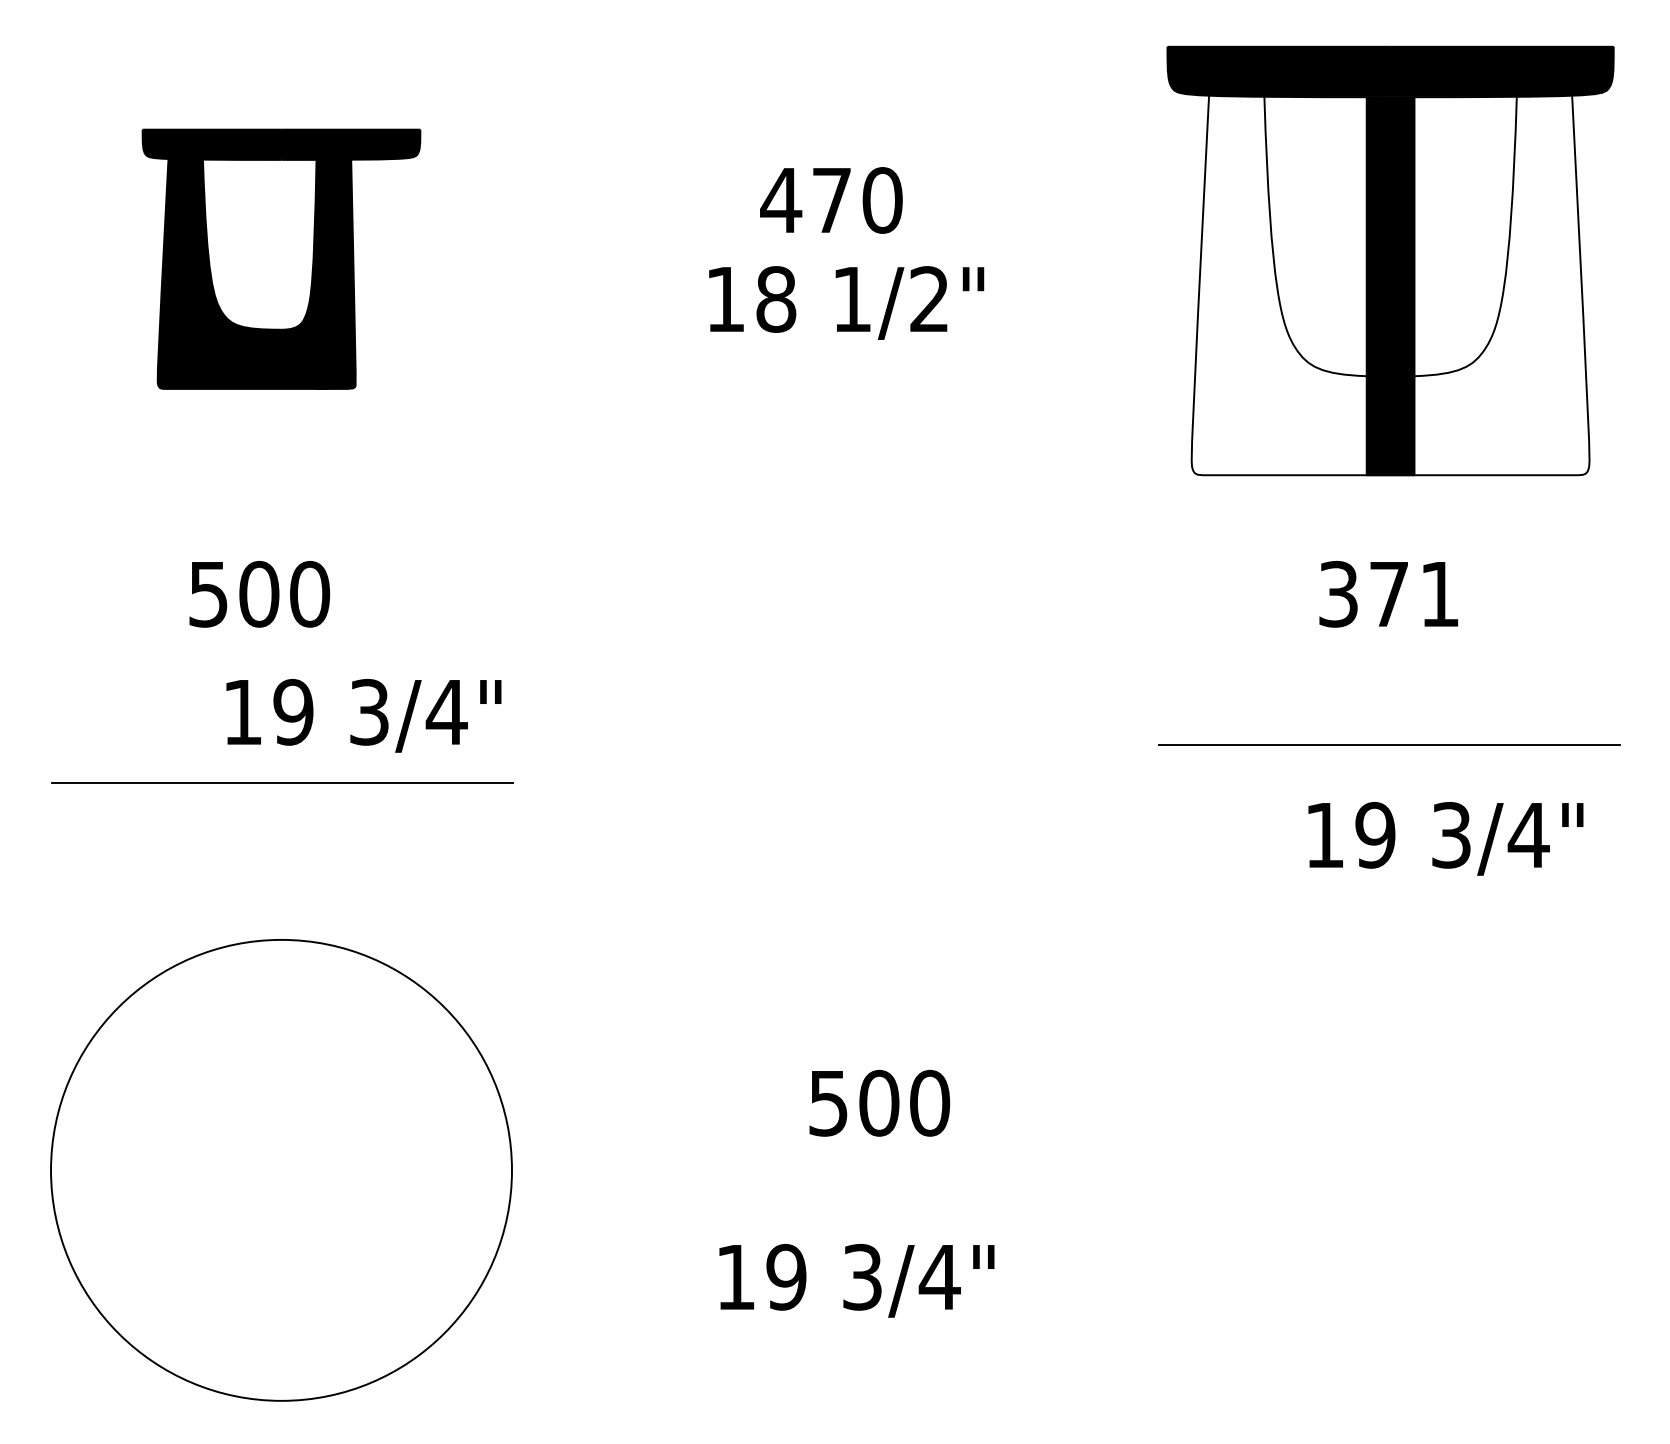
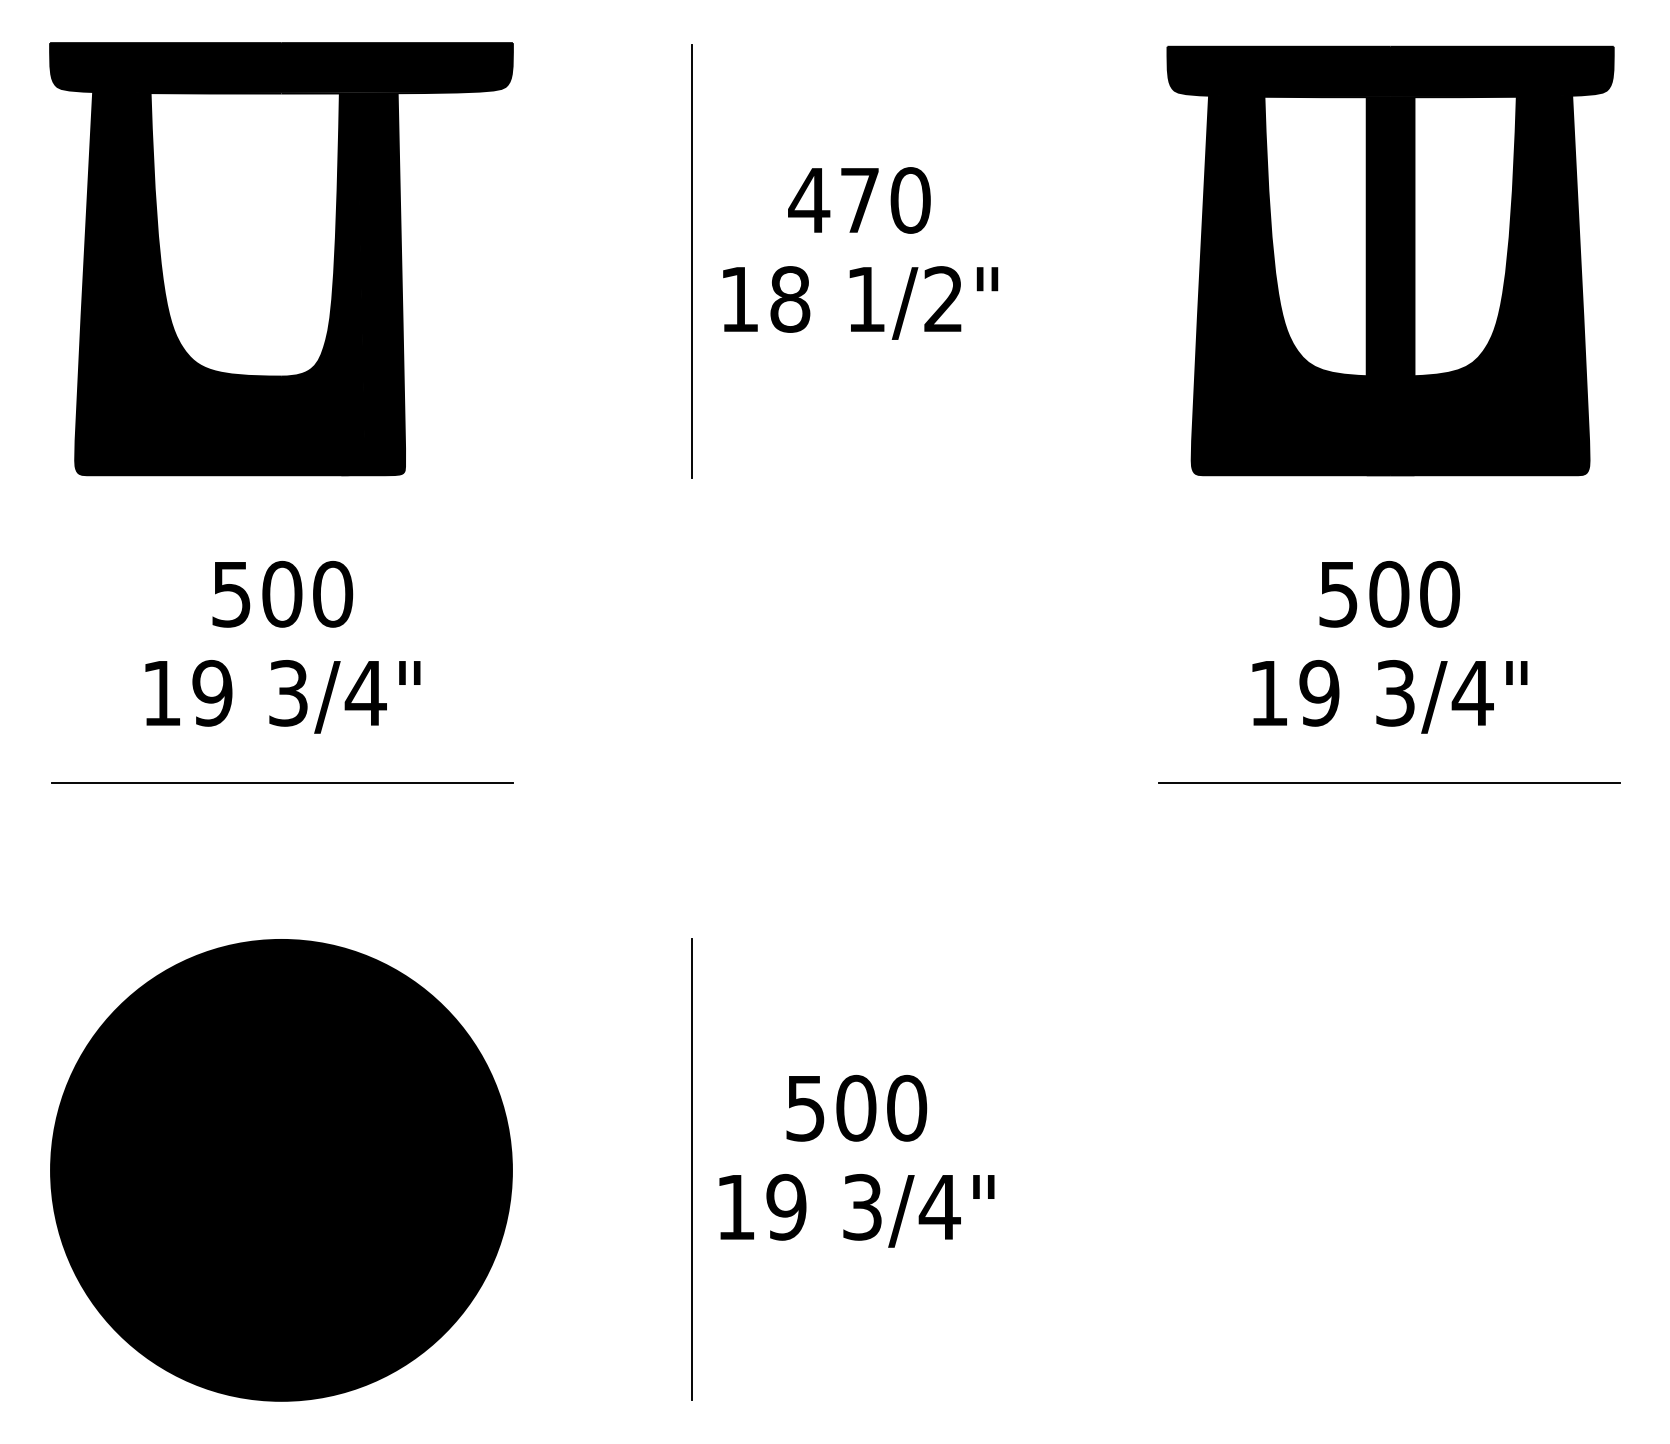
text at (831, 200) position: (831, 200) -> (859, 200)
part at (281, 258) size: 281x262 px -> 465x435 px
line at (692, 261): none -> present
fill at (1278, 285): none -> present
fill at (1501, 285): none -> present
text at (846, 302) position: (846, 302) -> (860, 302)
text at (1390, 593): 371 -> 500
text at (259, 594) position: (259, 594) -> (282, 594)
text at (363, 715) position: (363, 715) -> (282, 696)
line at (1389, 744) position: (1389, 744) -> (1389, 782)
text at (1445, 838) position: (1445, 838) -> (1389, 696)
text at (879, 1102) position: (879, 1102) -> (856, 1107)
line at (692, 1168): none -> present
fill at (281, 1169): none -> present
text at (856, 1280) position: (856, 1280) -> (856, 1210)
